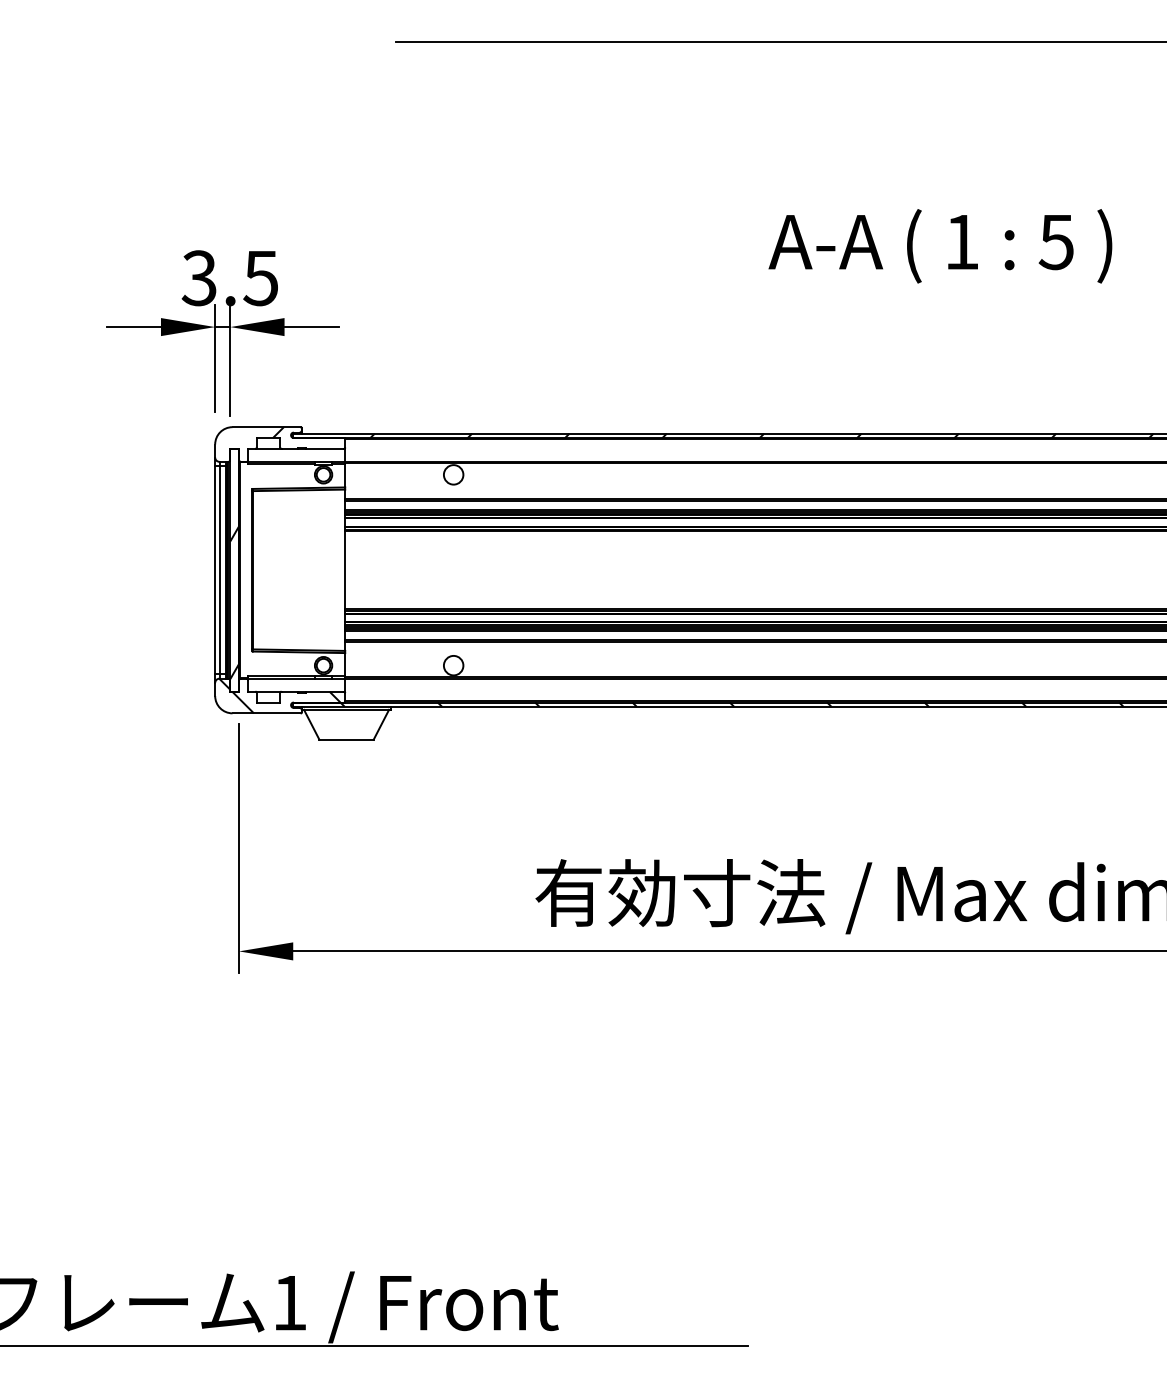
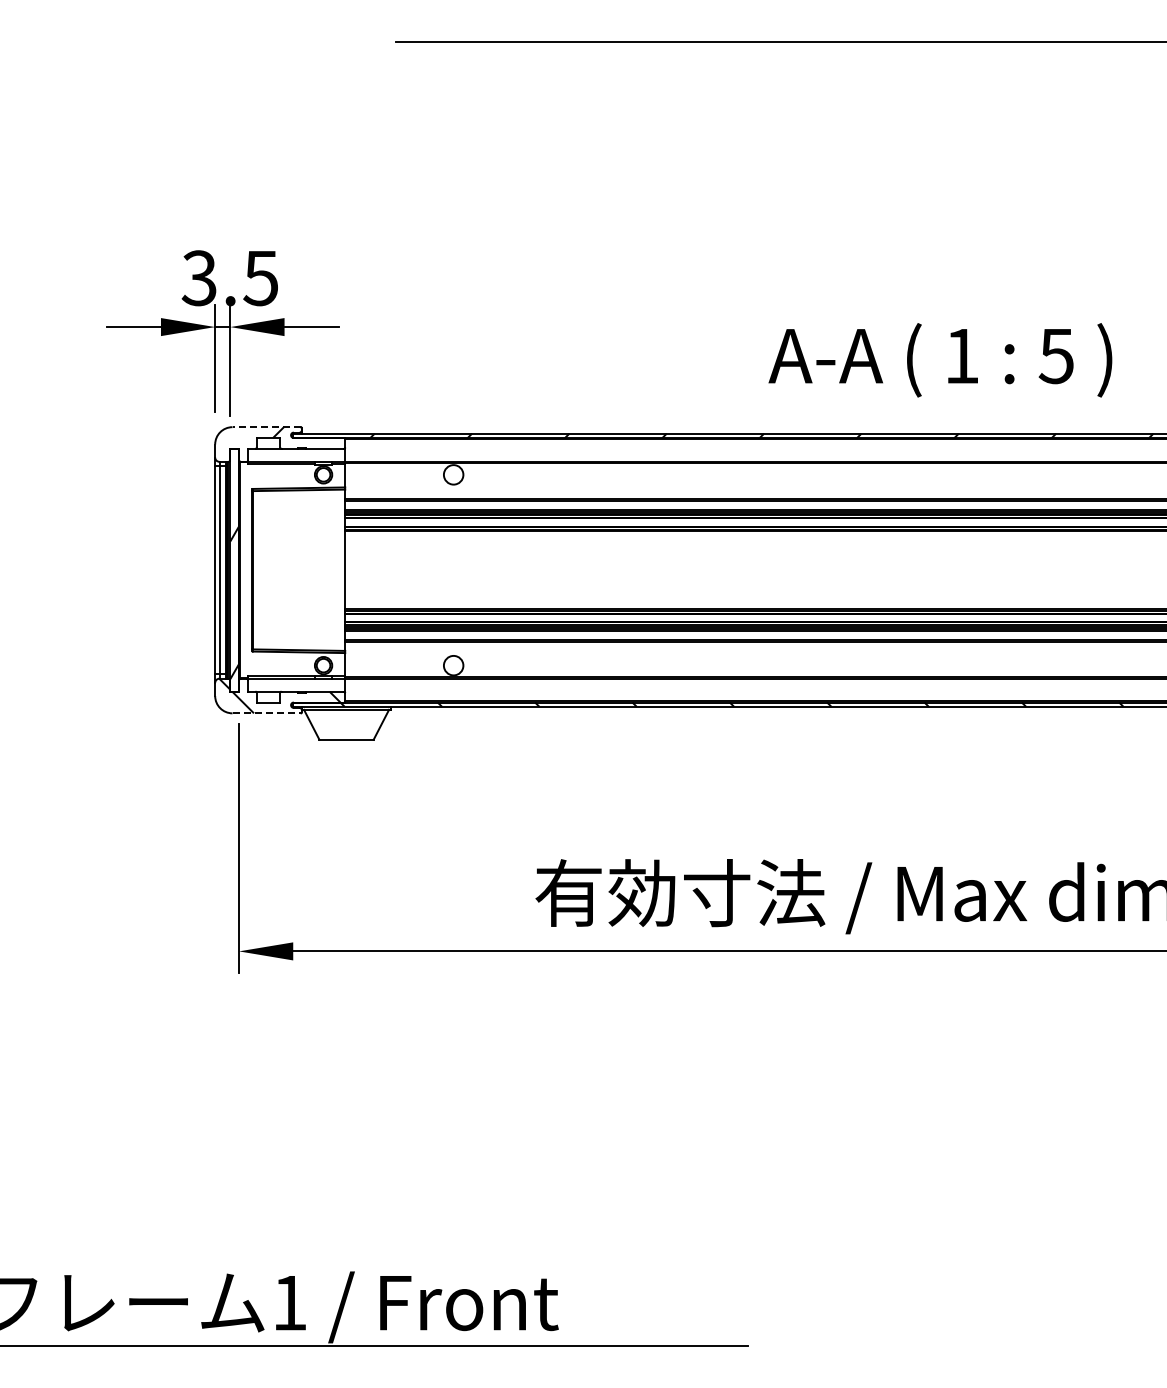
text at (940, 246) position: (940, 246) -> (940, 360)
line at (266, 427): solid -> dashed
line at (267, 713): solid -> dashed
